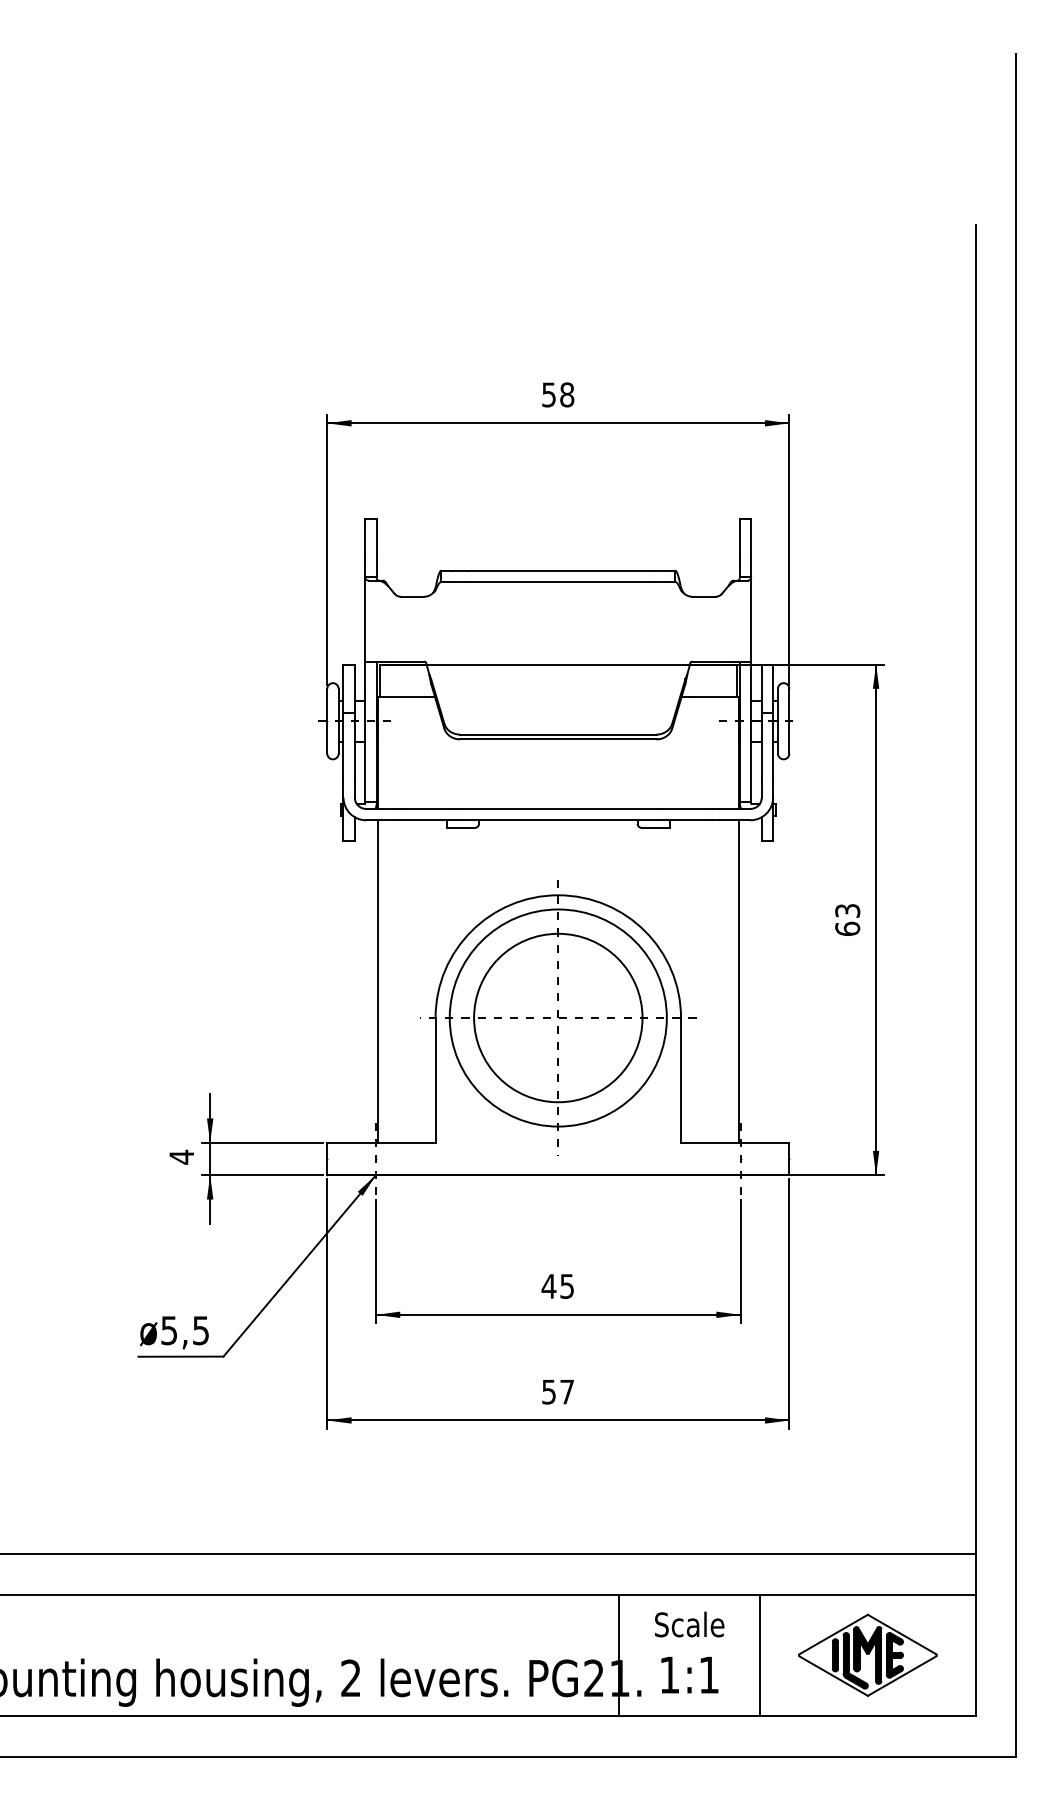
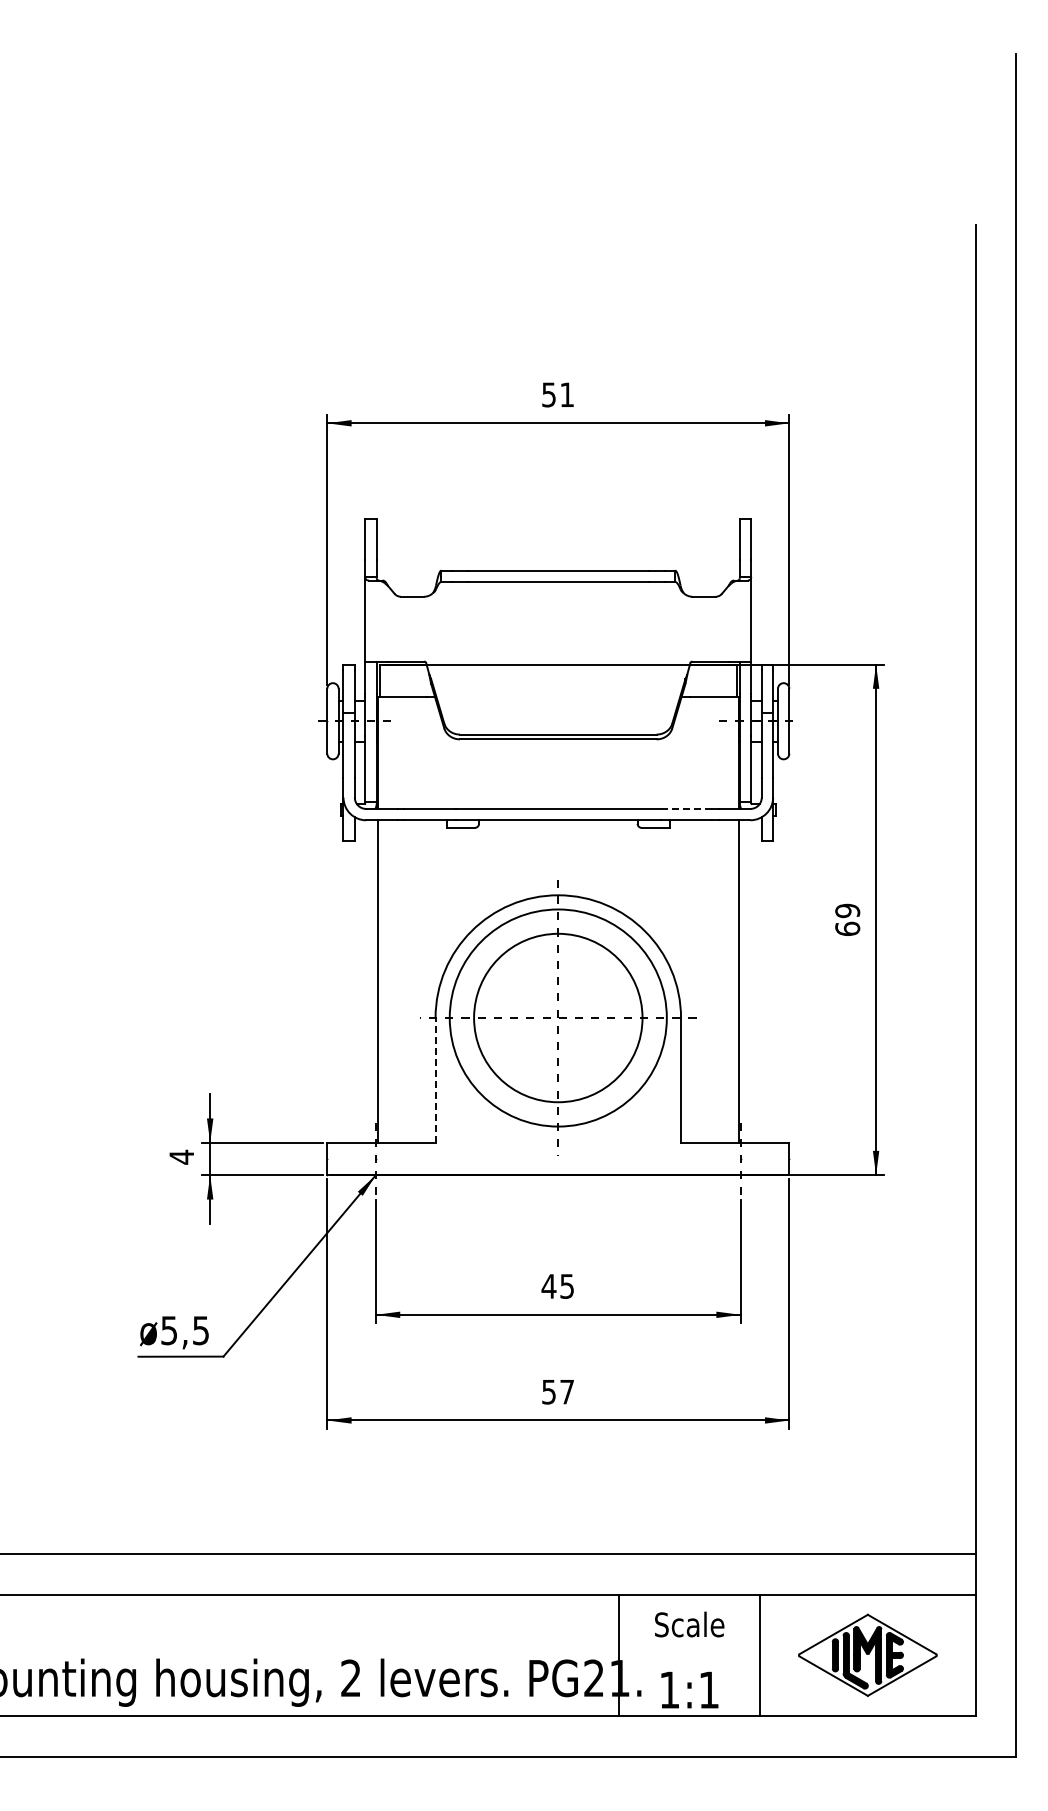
text at (567, 394): 58 -> 51
line at (686, 808): solid -> dashed
text at (847, 910): 63 -> 69
line at (435, 1079): solid -> dashed
text at (689, 1674) position: (689, 1674) -> (689, 1689)
